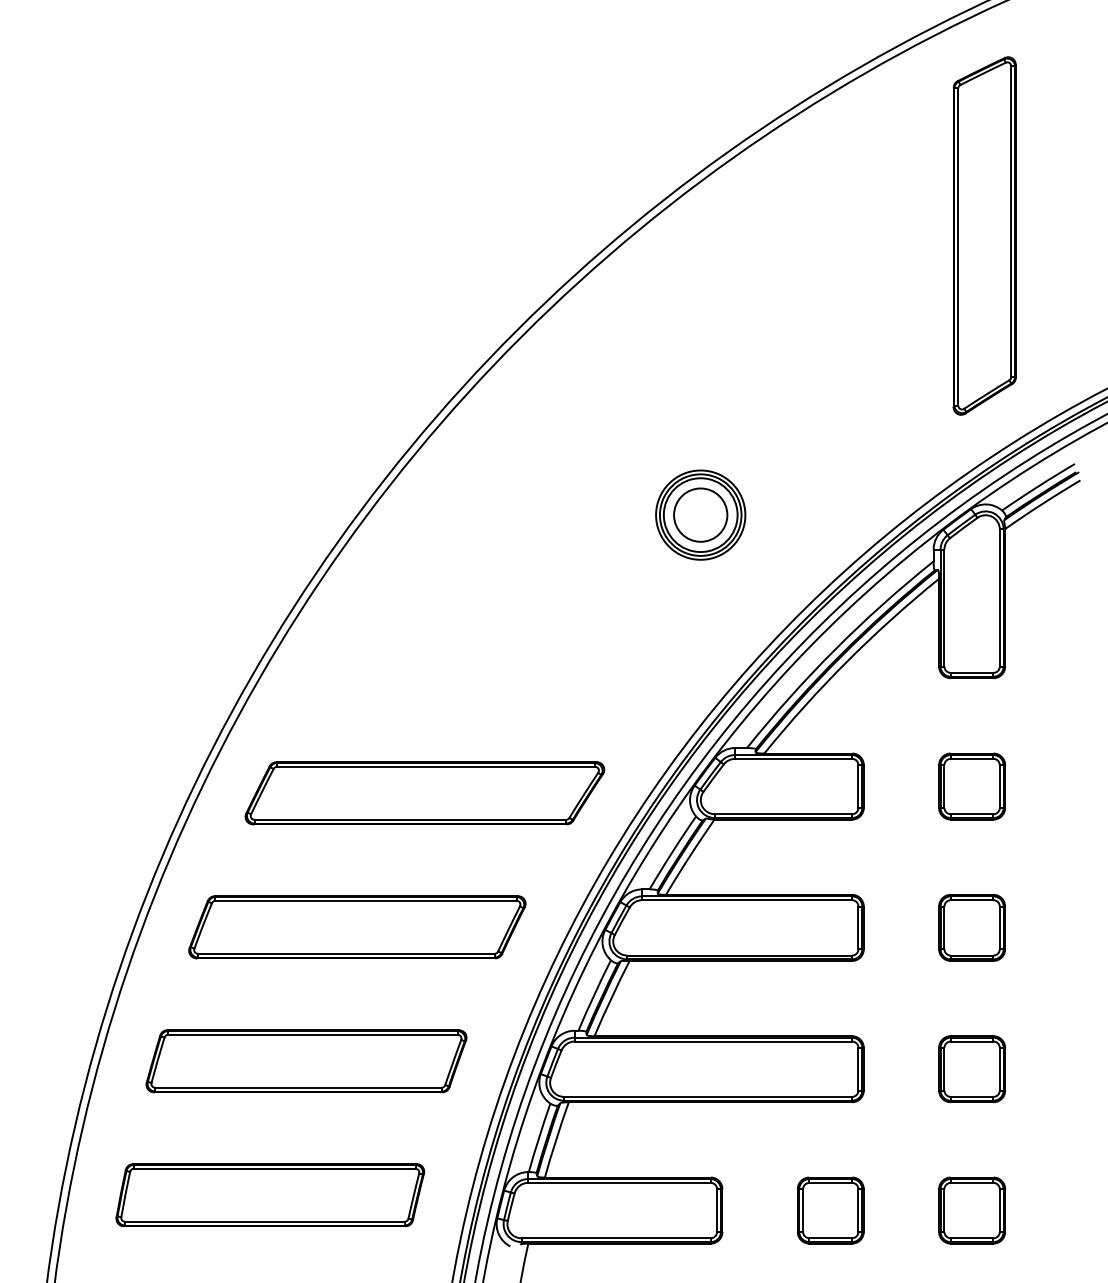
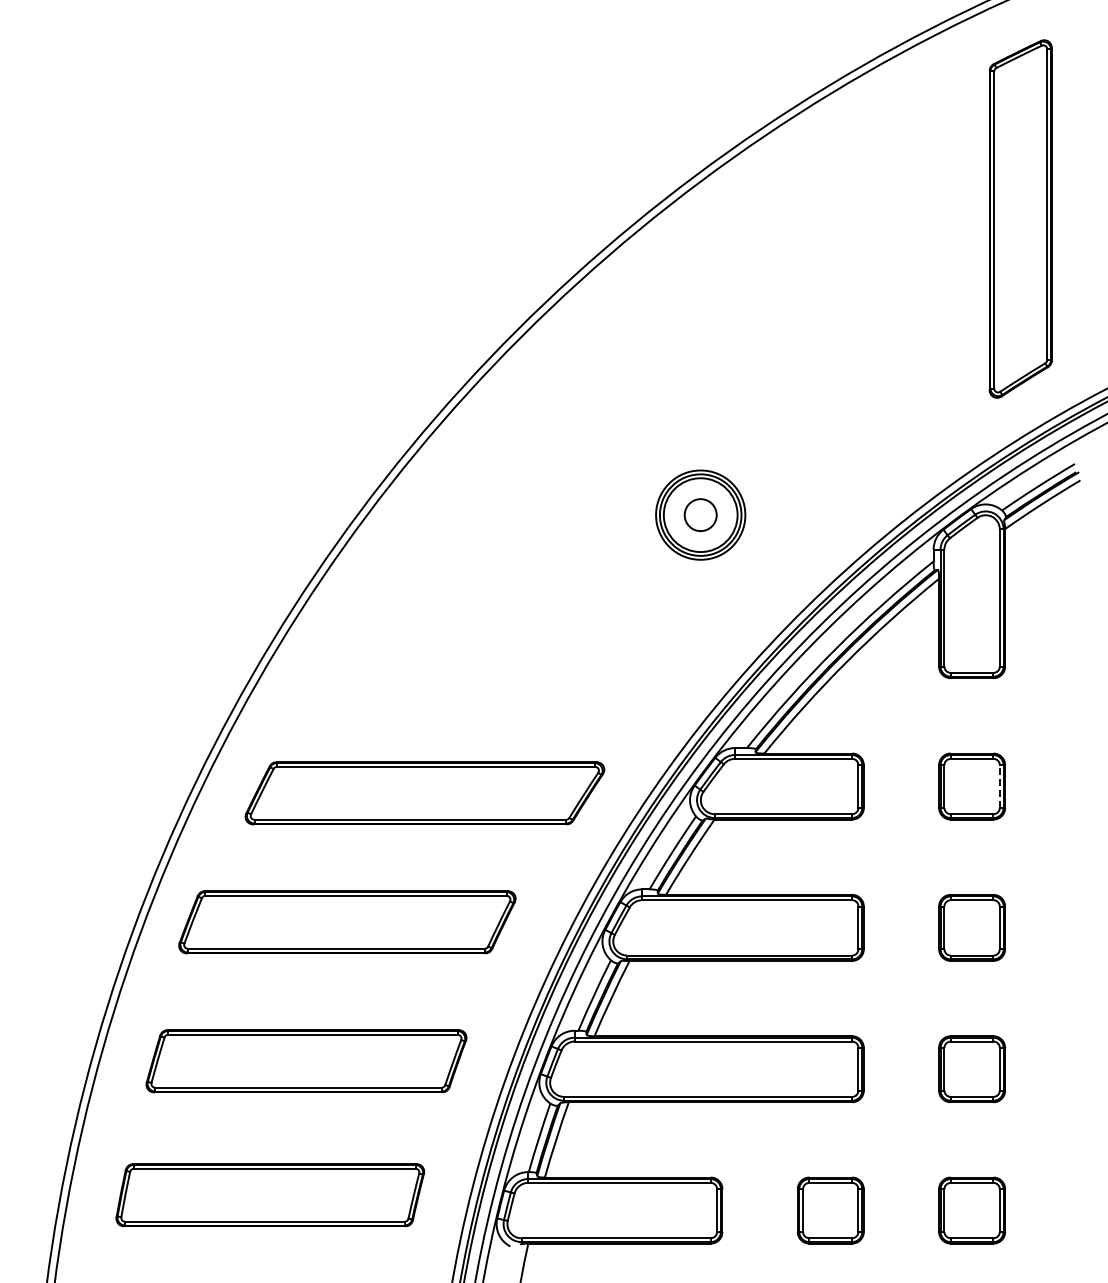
part at (984, 235) position: (984, 235) -> (1020, 218)
circle at (700, 514) diameter: 53 px -> 32 px
line at (999, 786): solid -> dashed
part at (357, 927) position: (357, 927) -> (347, 922)
